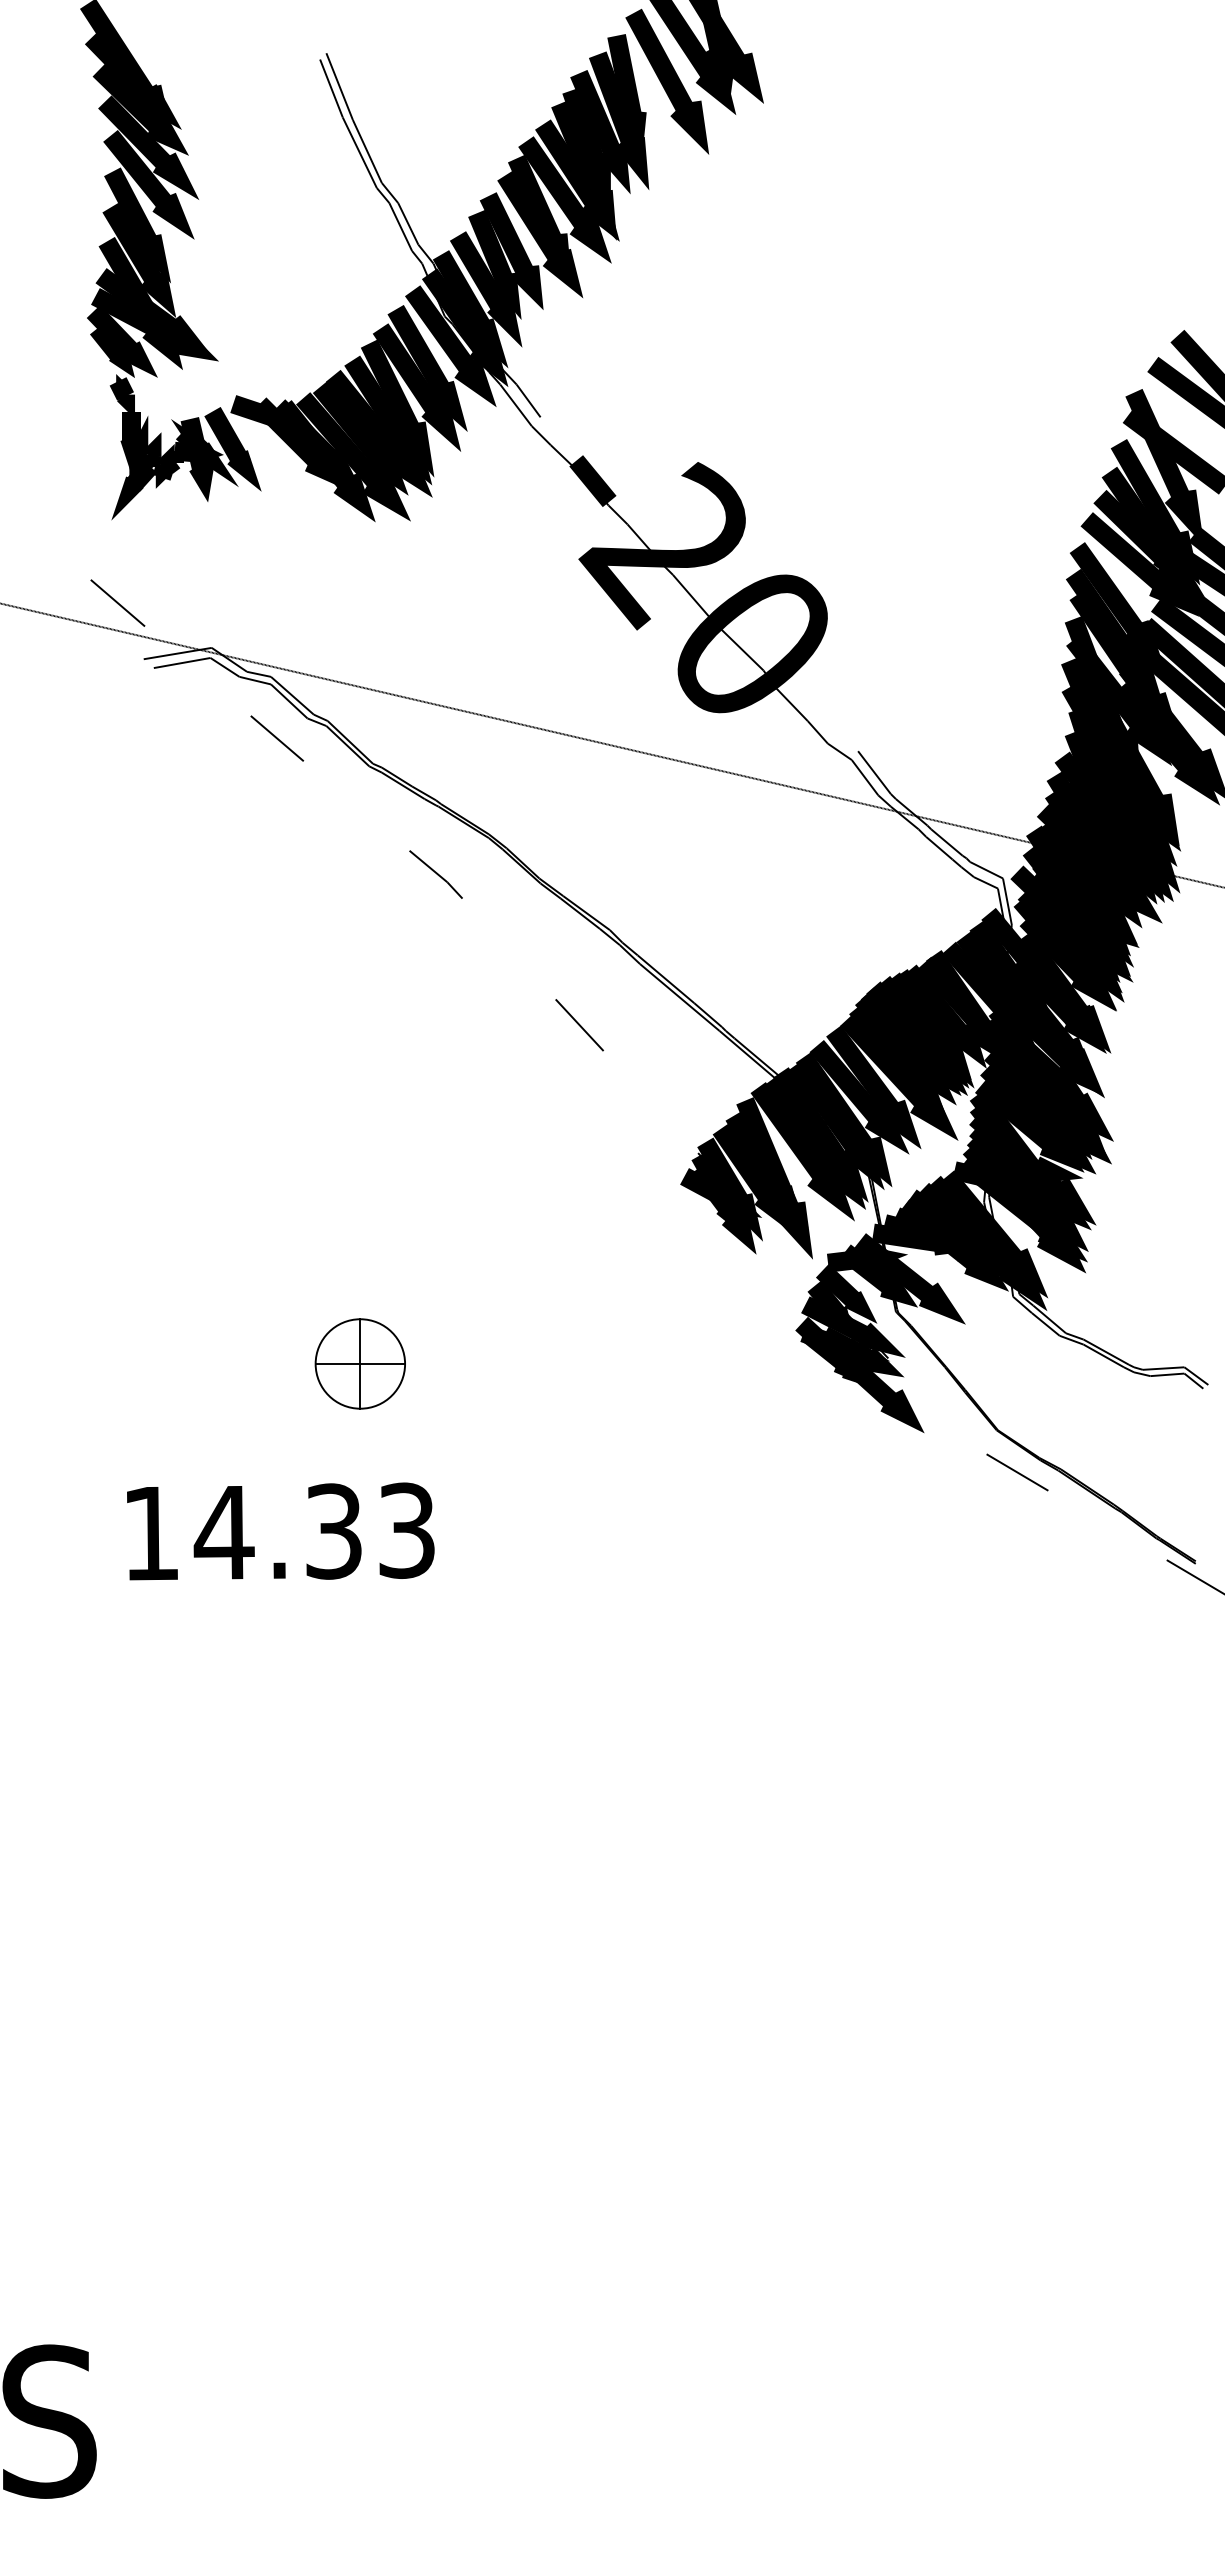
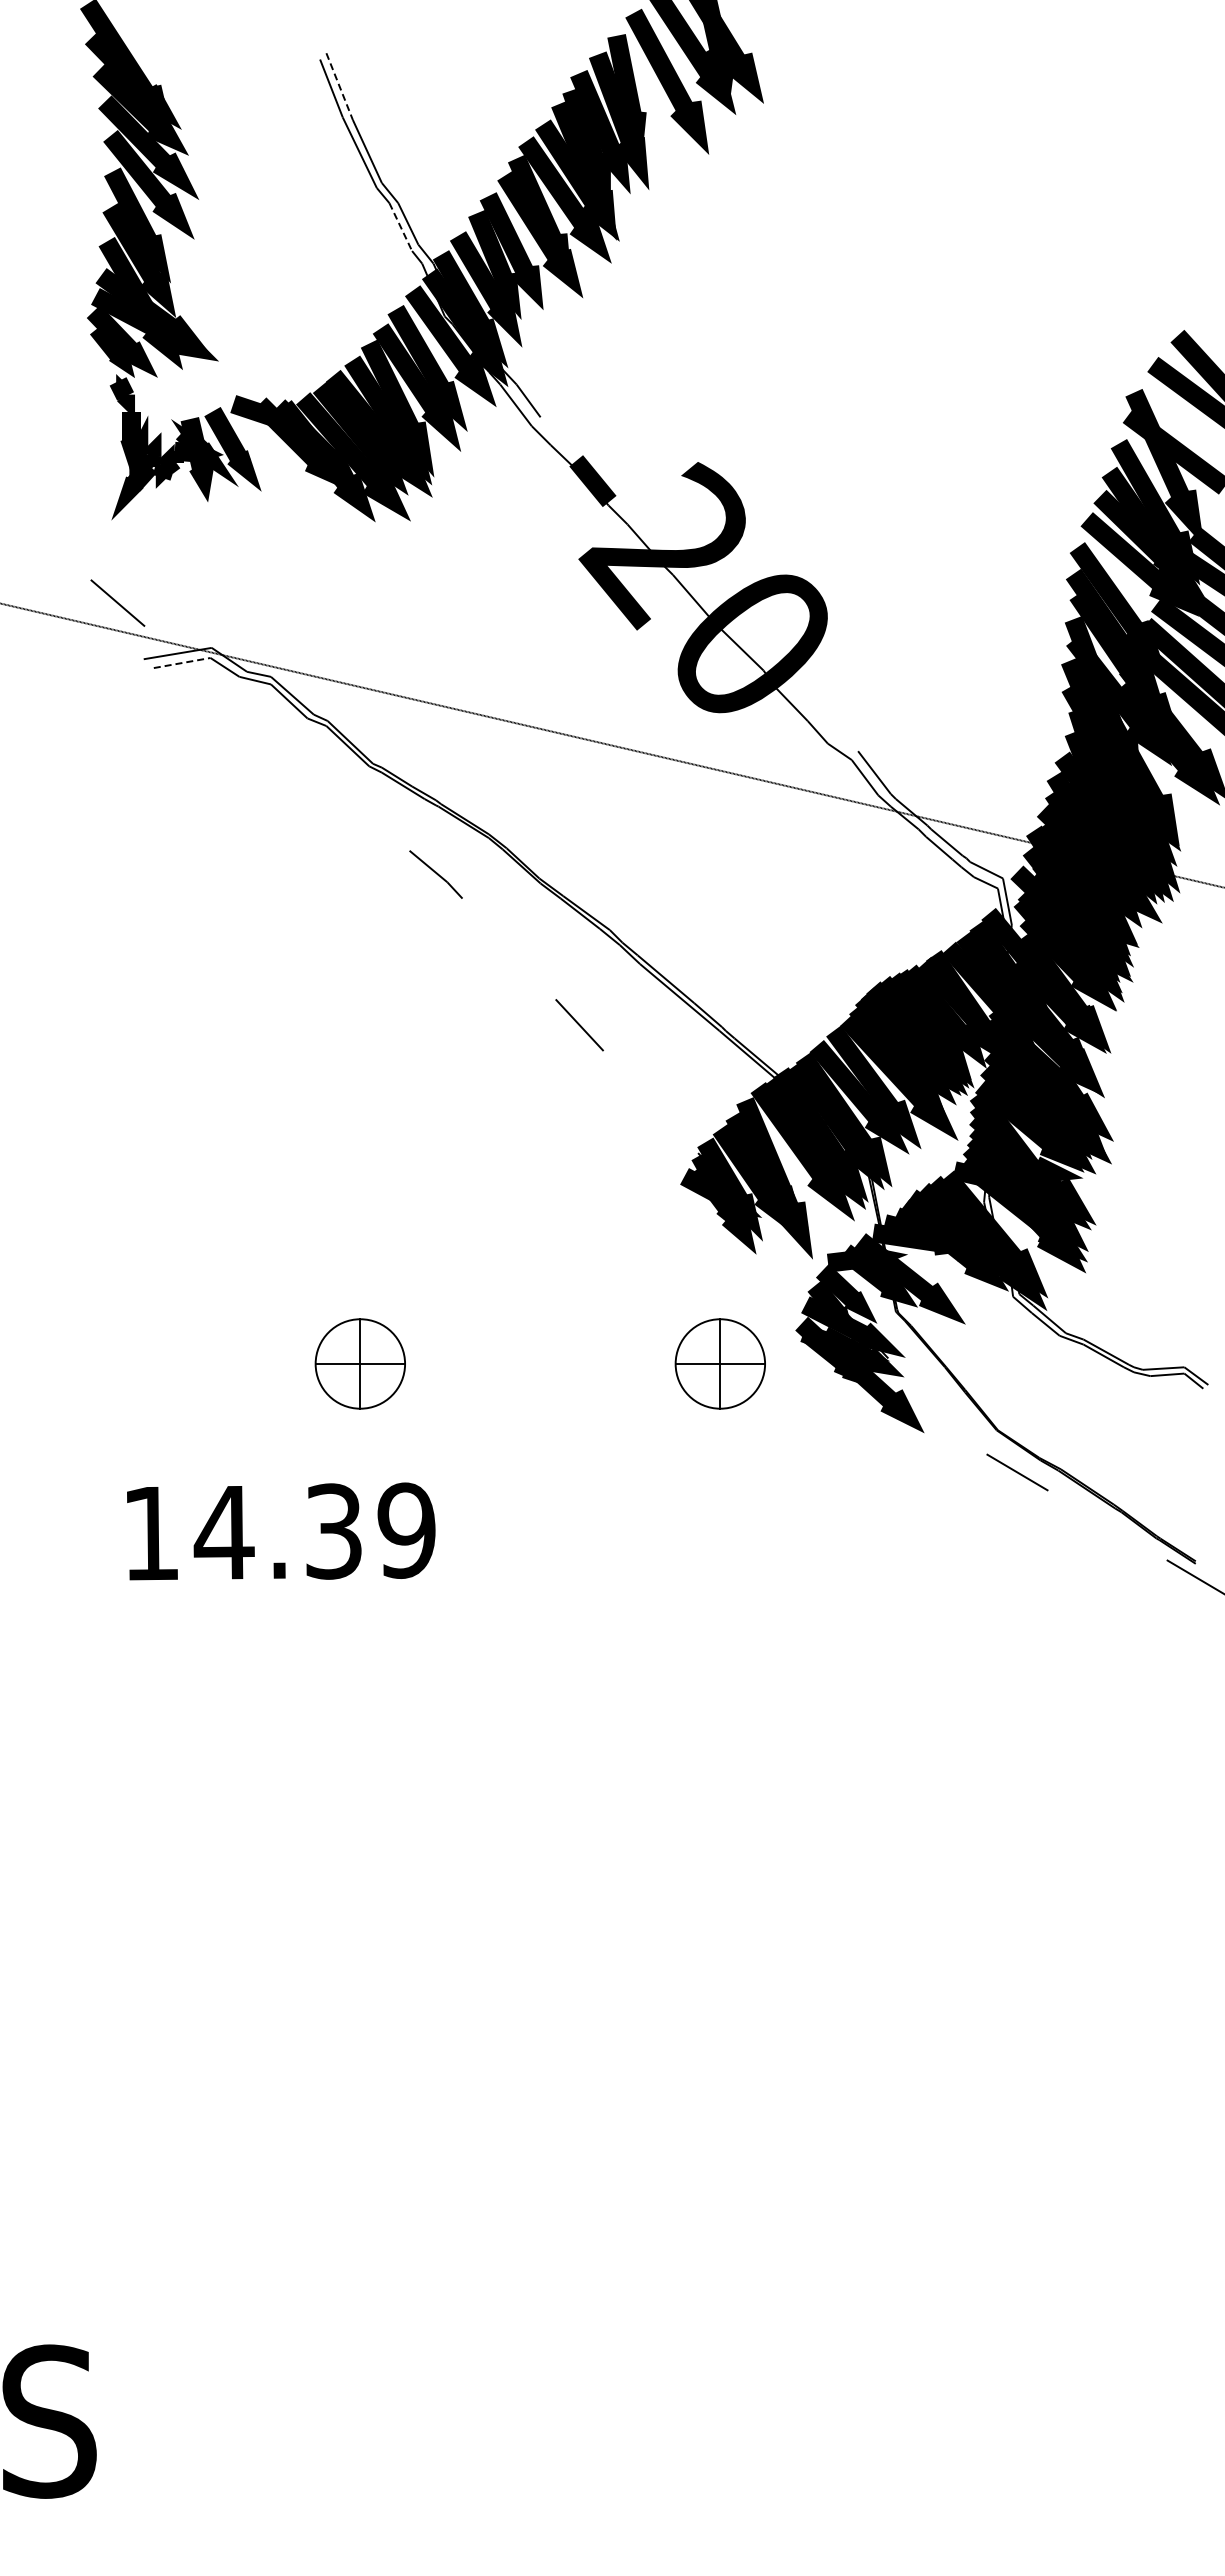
line at (339, 86): solid -> dashed
line at (400, 227): solid -> dashed
line at (182, 663): solid -> dashed
line at (277, 738): present -> none
part at (719, 1363): none -> present
text at (406, 1530): 14.33 -> 14.39
